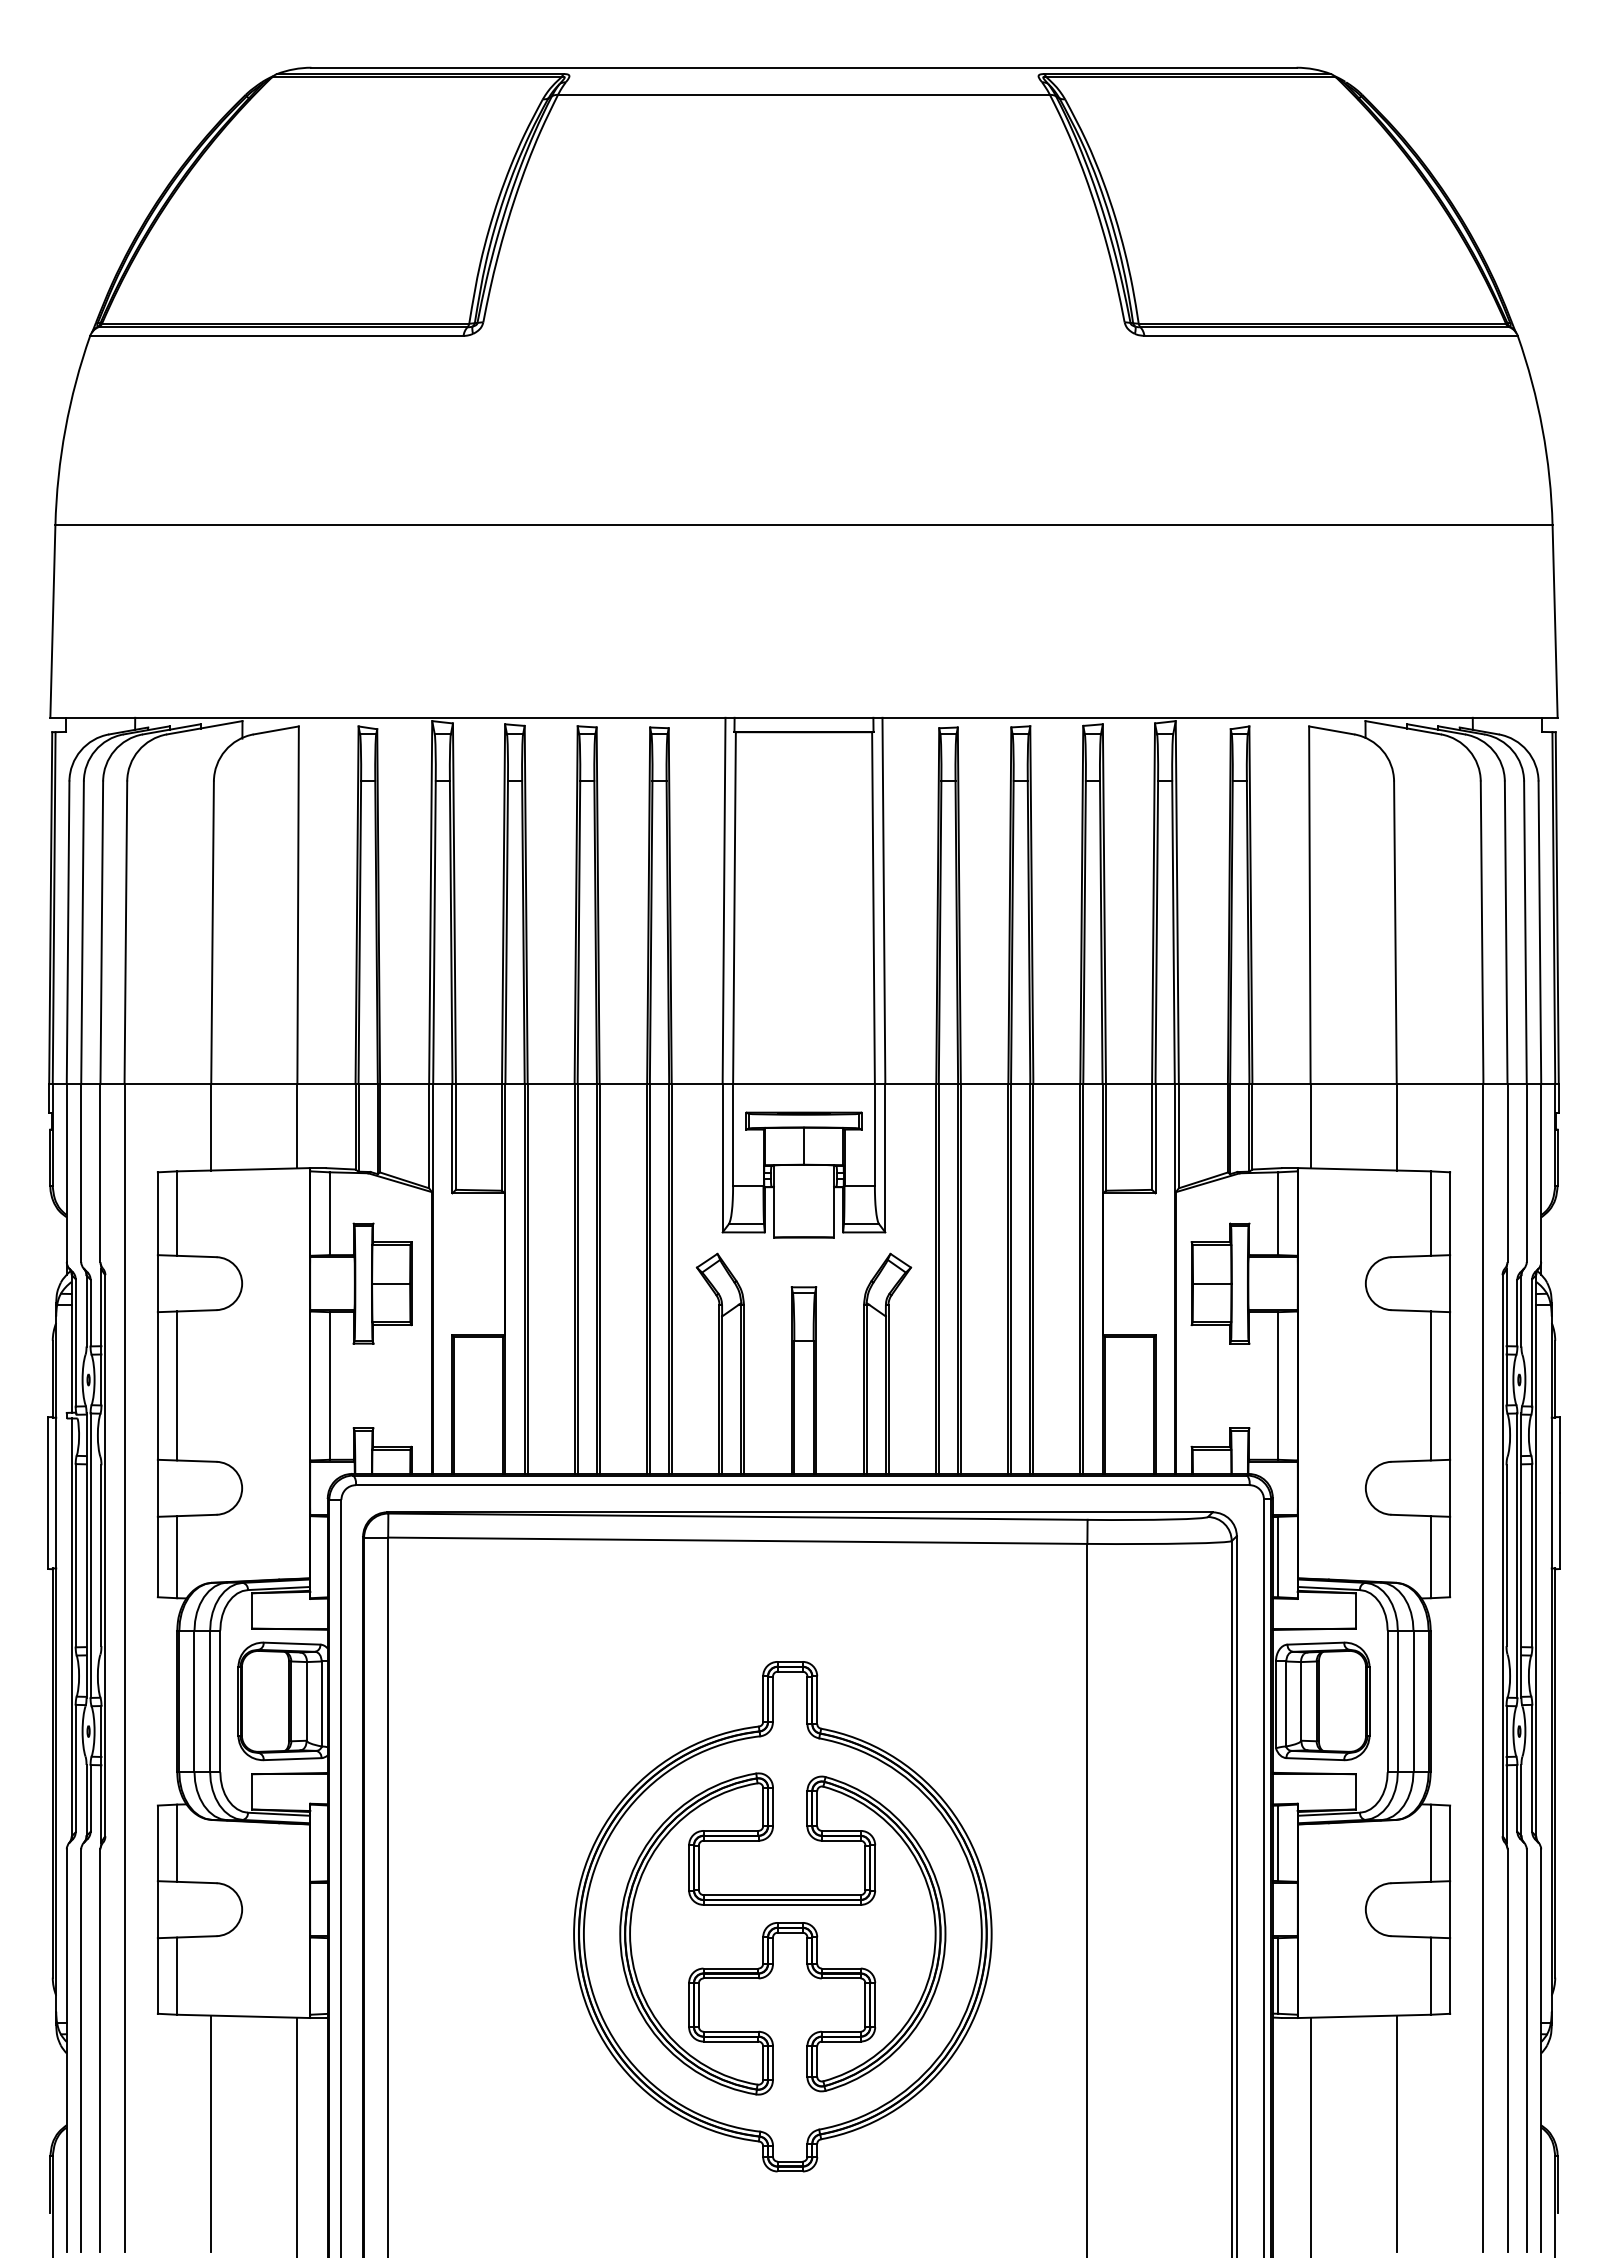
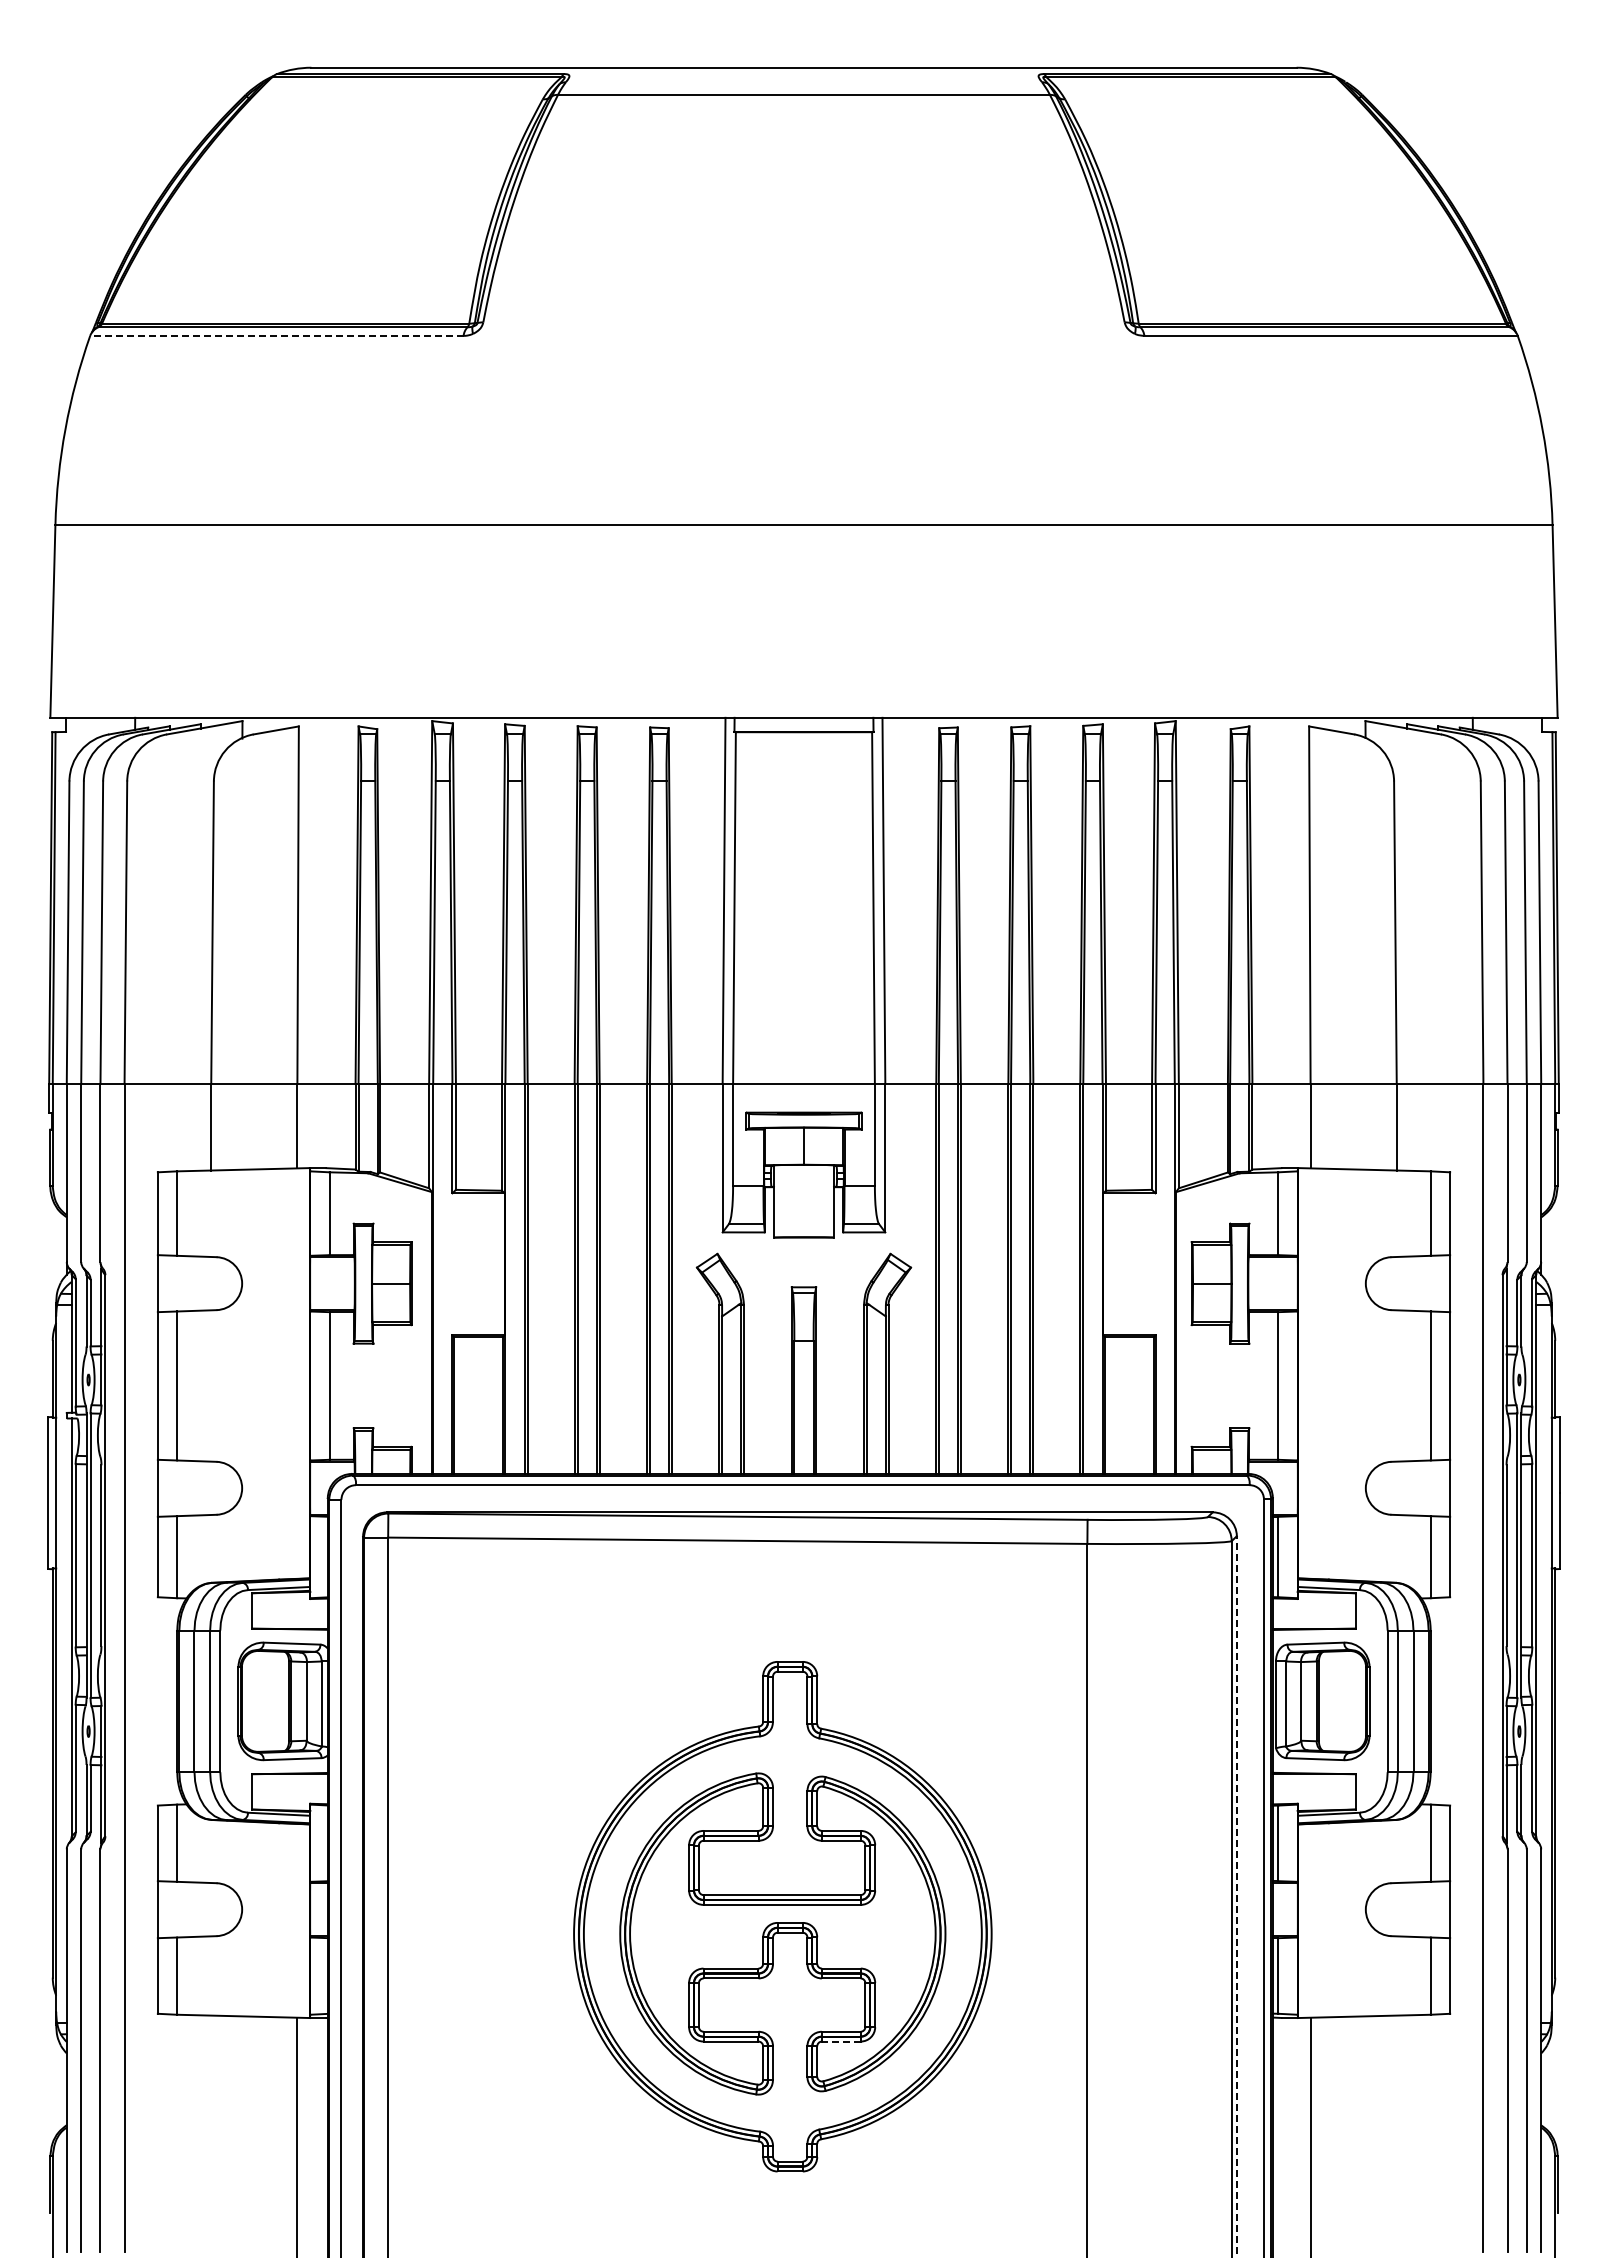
line at (276, 335): solid -> dashed
line at (1236, 1896): solid -> dashed
line at (840, 2041): solid -> dashed
line at (211, 2133): present -> none
line at (1396, 2133): present -> none
